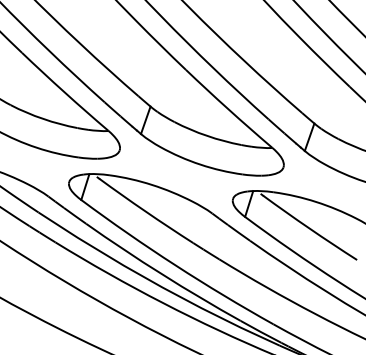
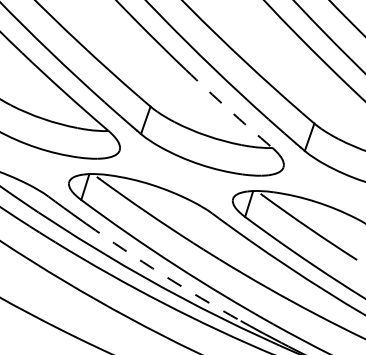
arc at (228, 109): solid -> dashed
arc at (162, 274): solid -> dashed
